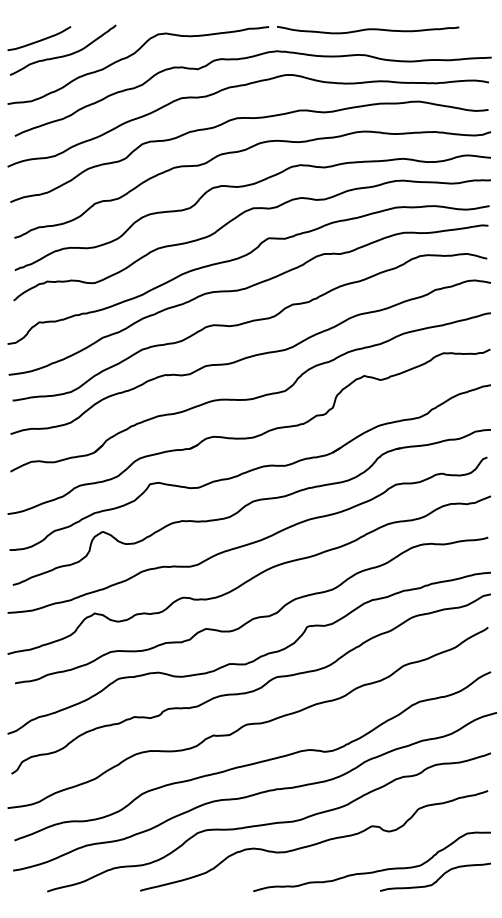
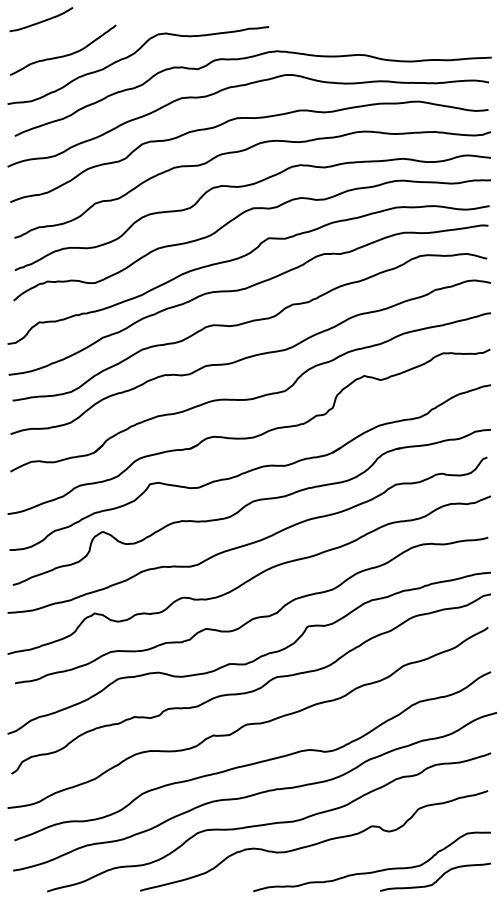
curve at (368, 30): present -> none
curve at (40, 39) position: (40, 39) -> (42, 20)
